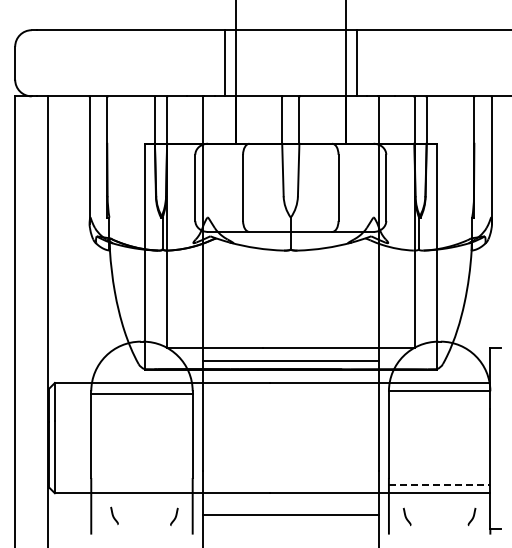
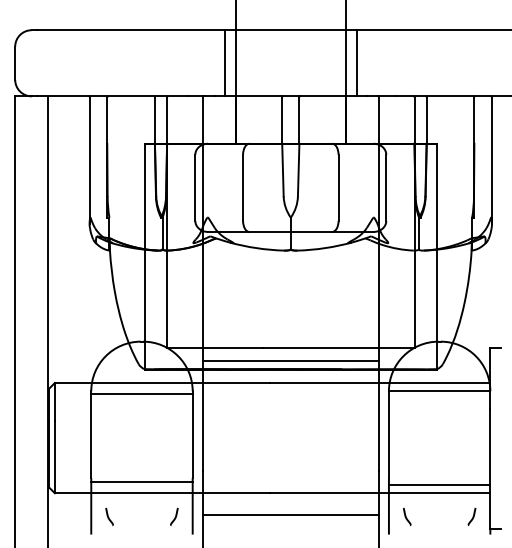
line at (141, 482): none -> present
line at (439, 484): dashed -> solid
curve at (113, 515) position: (113, 515) -> (108, 516)
